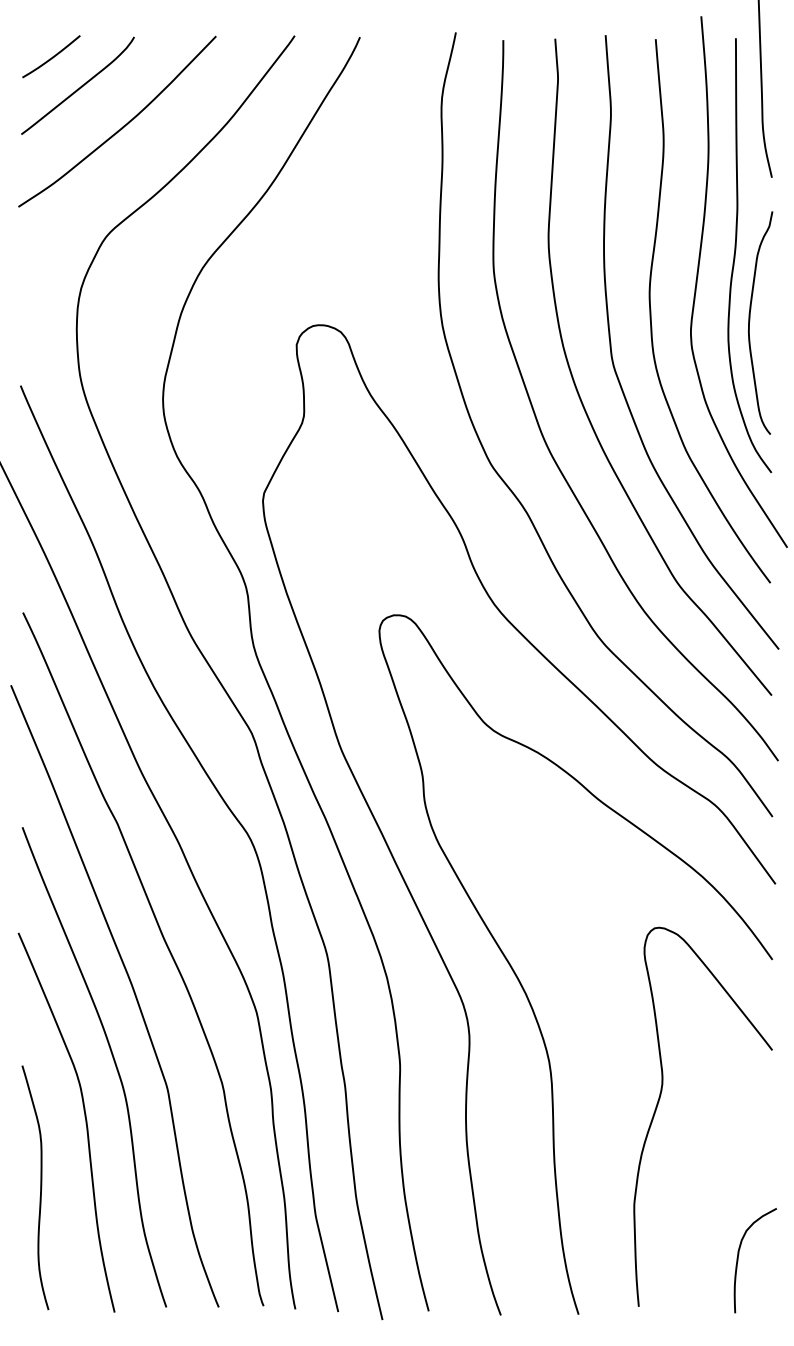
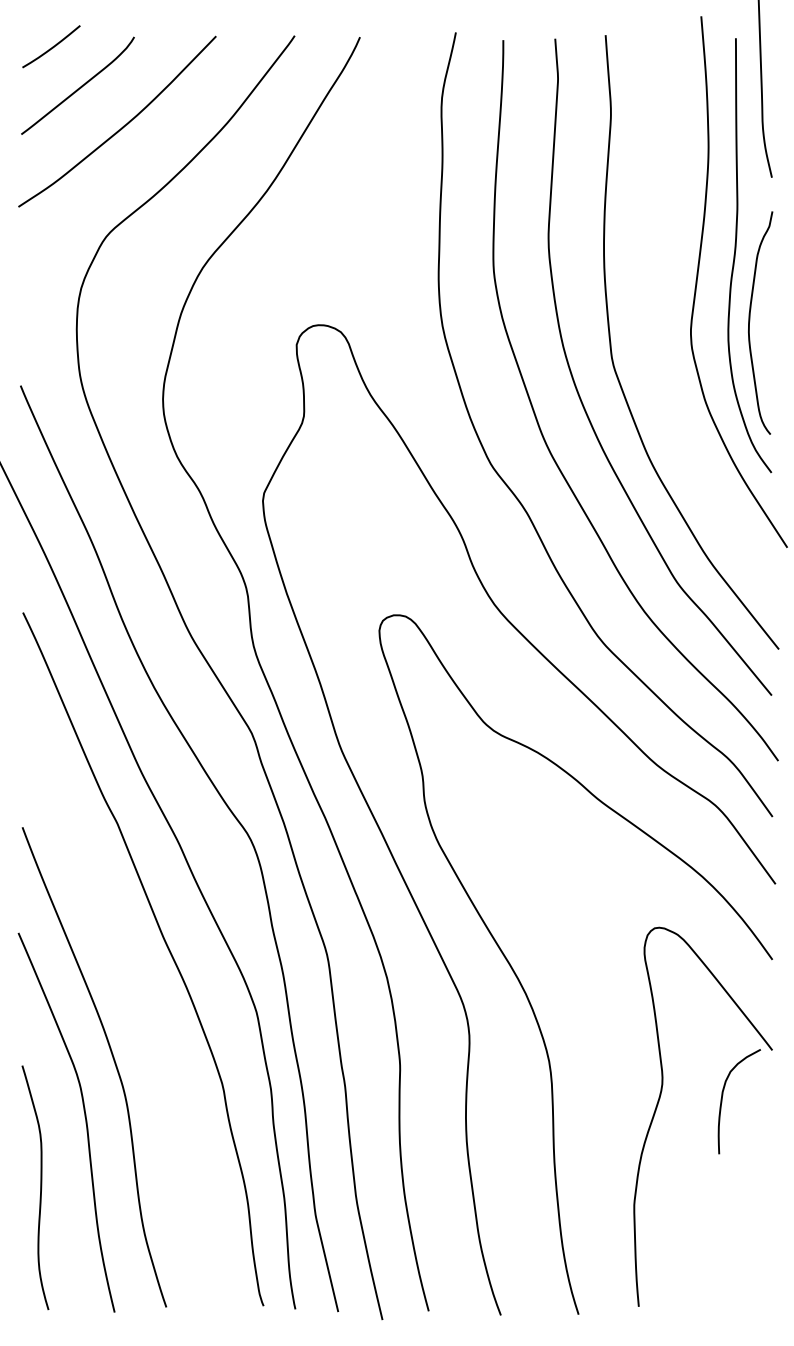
curve at (52, 56) position: (52, 56) -> (52, 46)
curve at (651, 311): present -> none
curve at (132, 990): present -> none
curve at (738, 1260) position: (738, 1260) -> (722, 1101)
